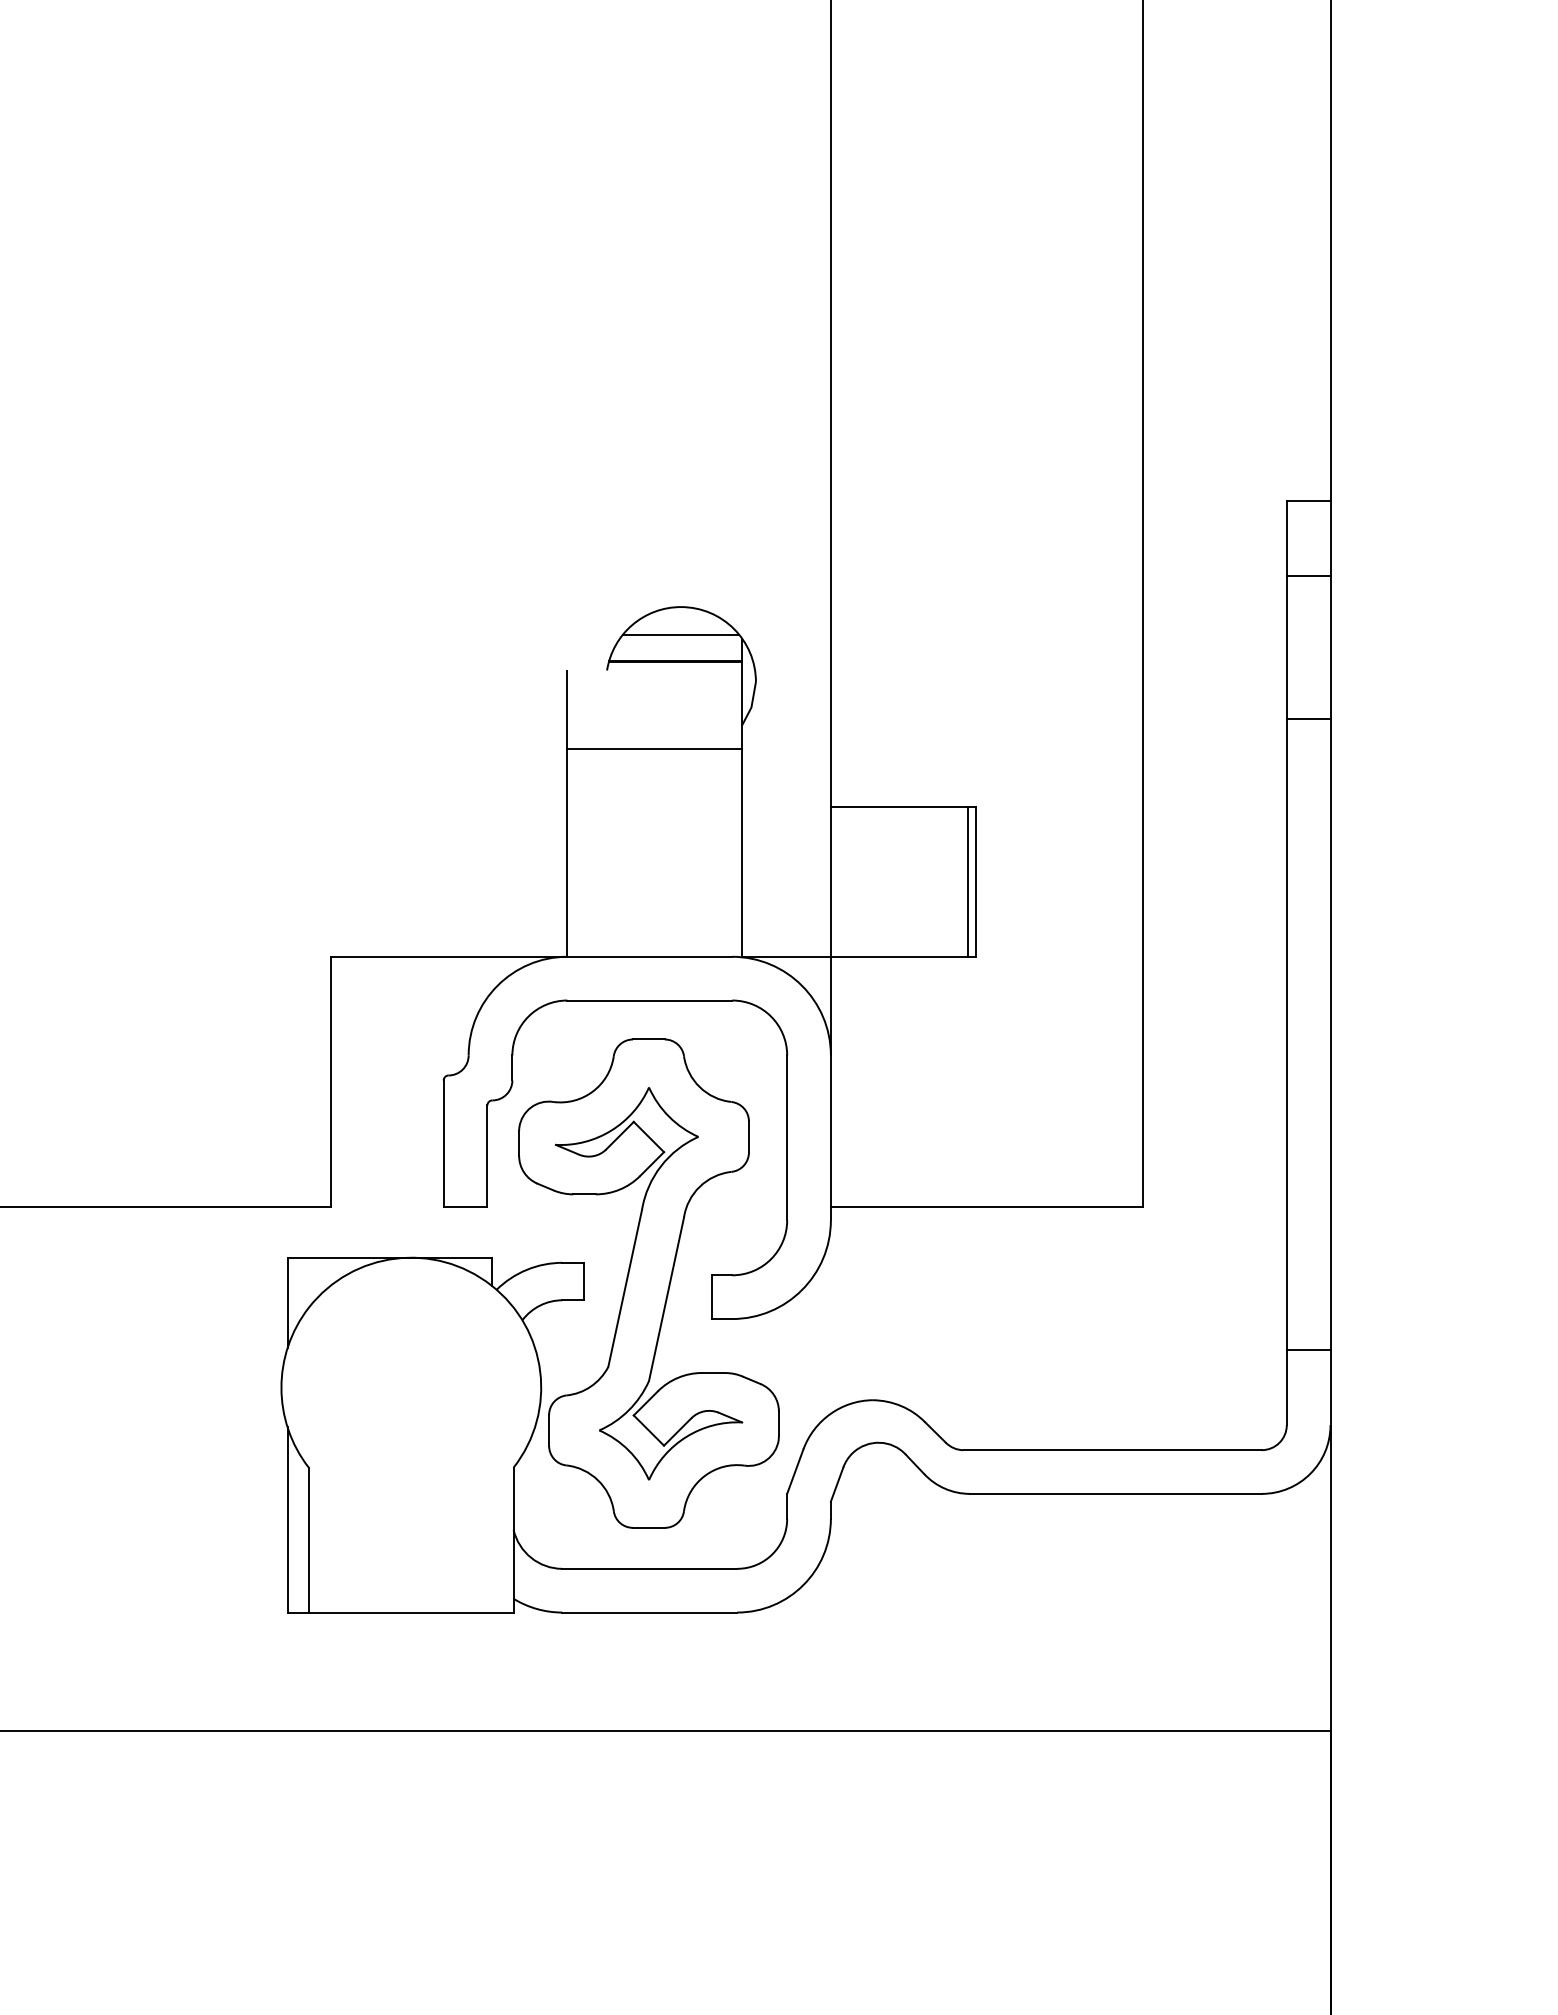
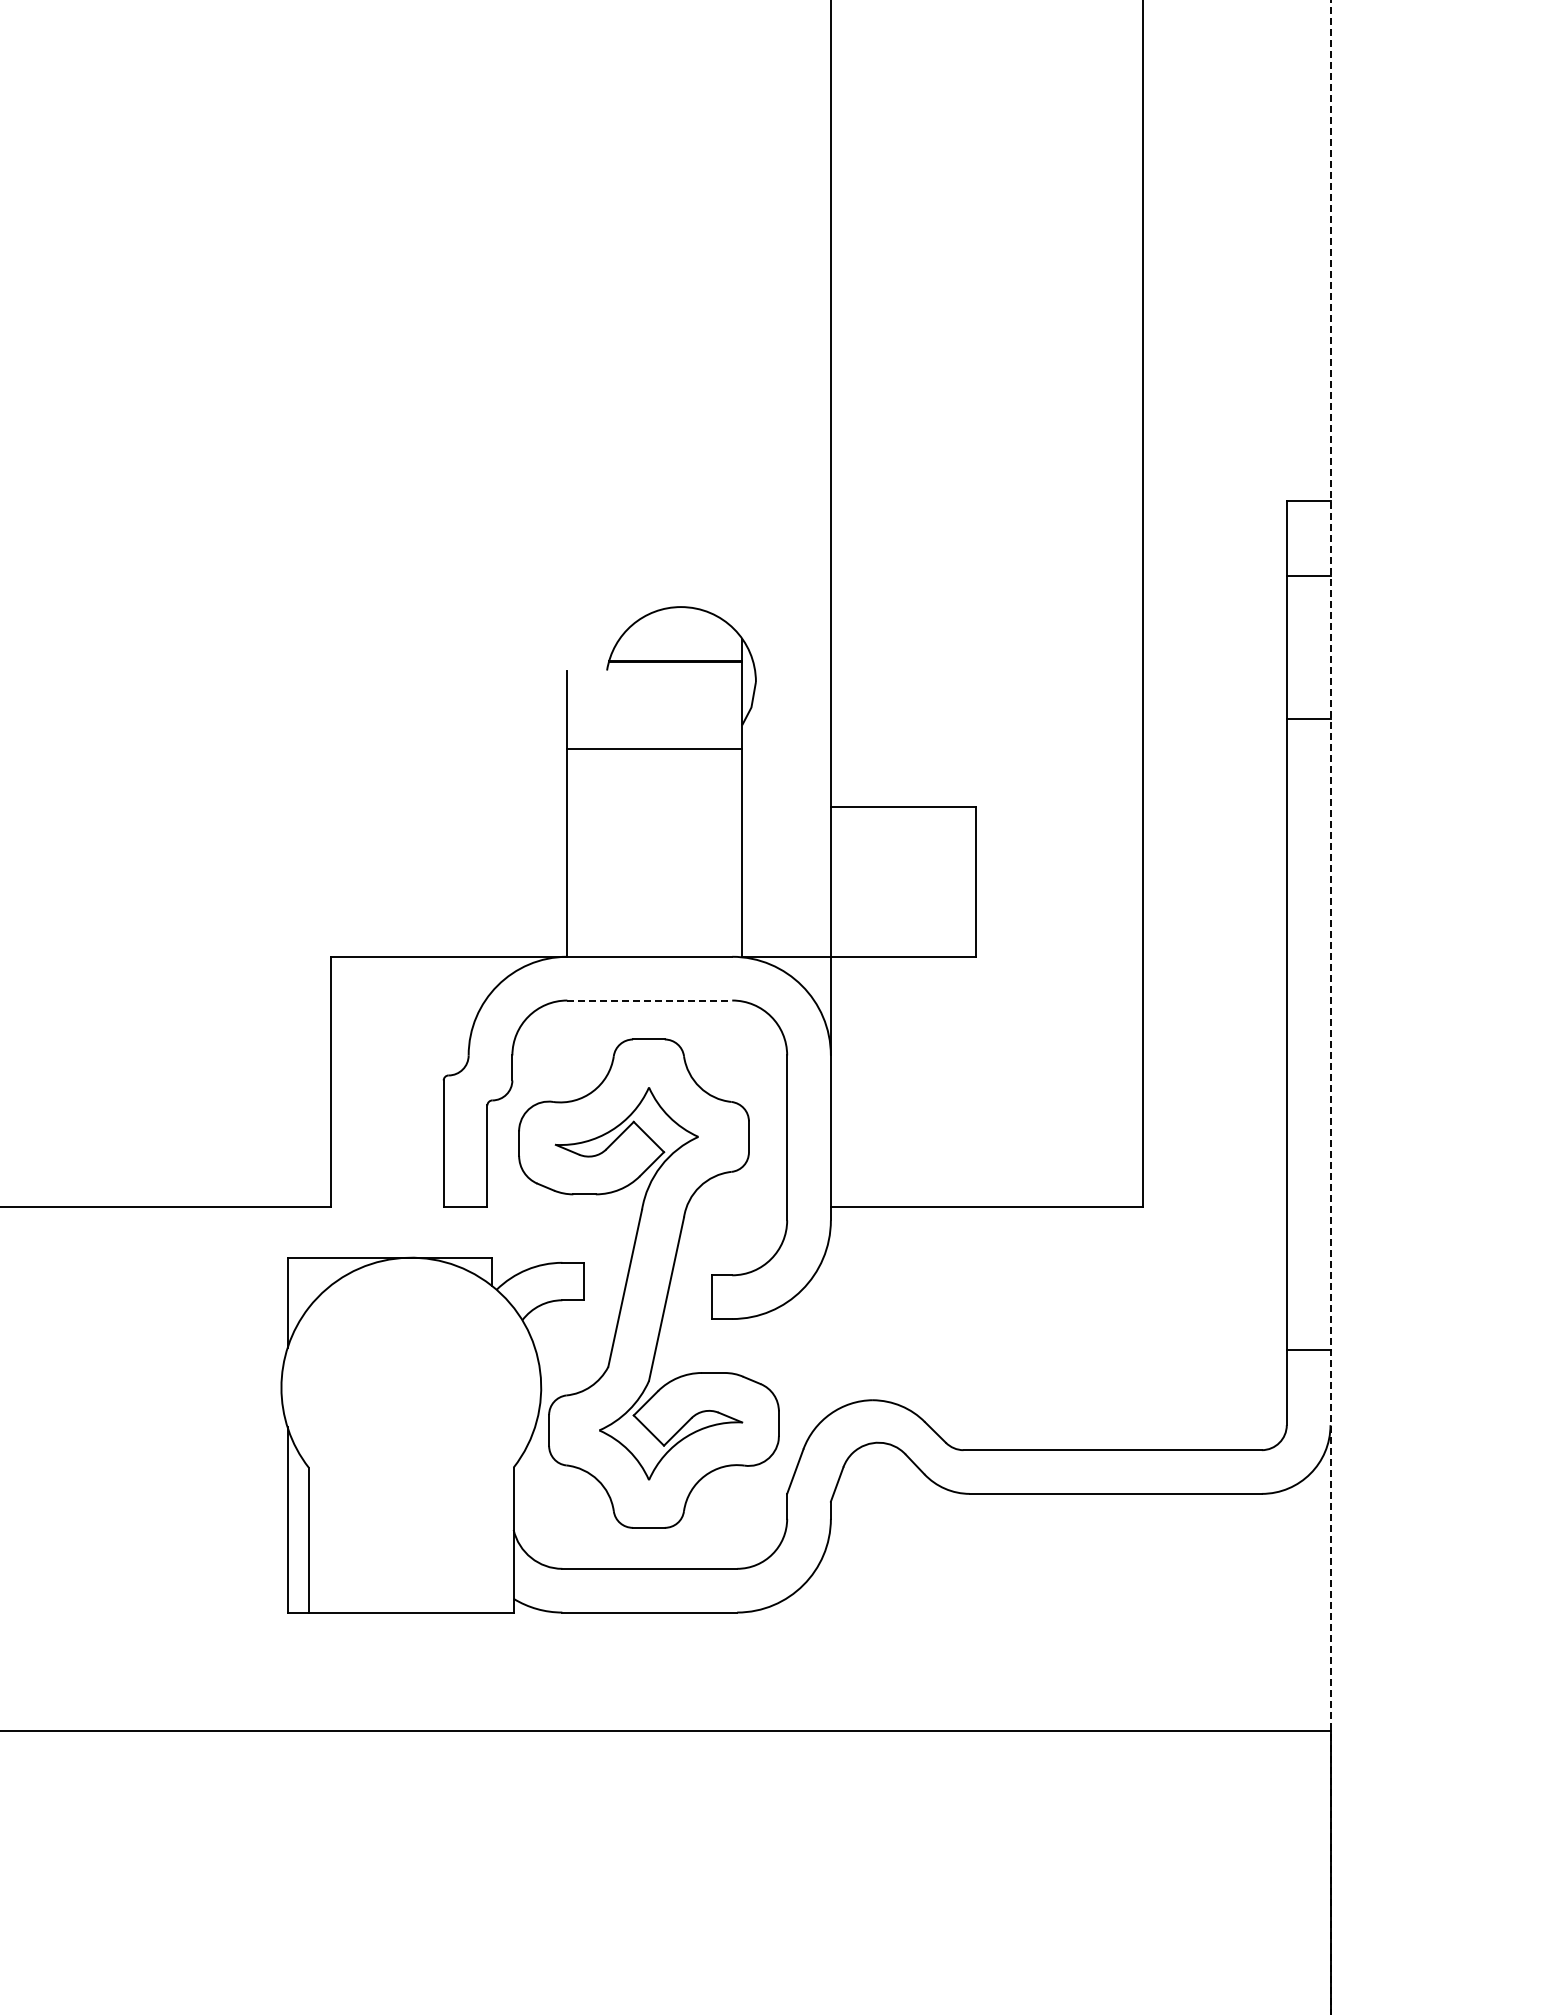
line at (680, 634): present -> none
line at (968, 881): present -> none
line at (650, 1000): solid -> dashed
line at (1330, 1007): solid -> dashed
